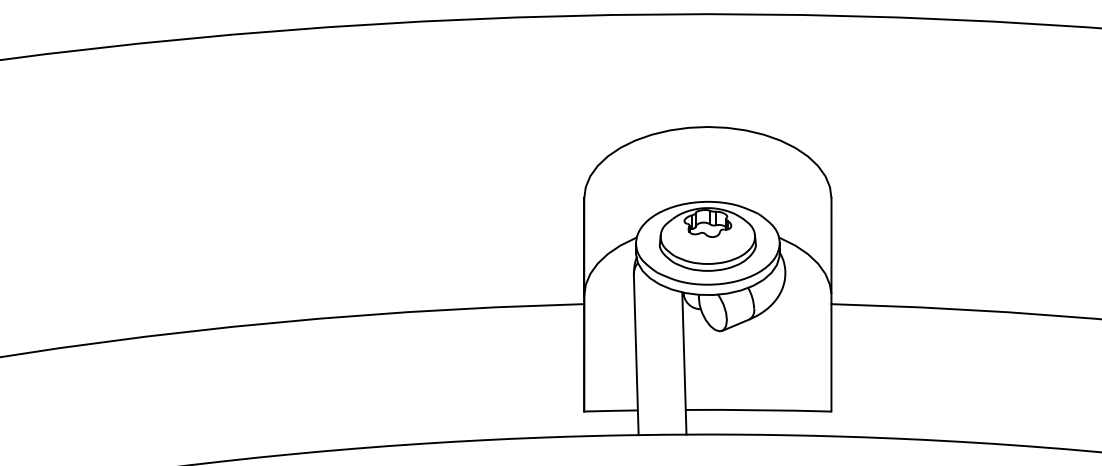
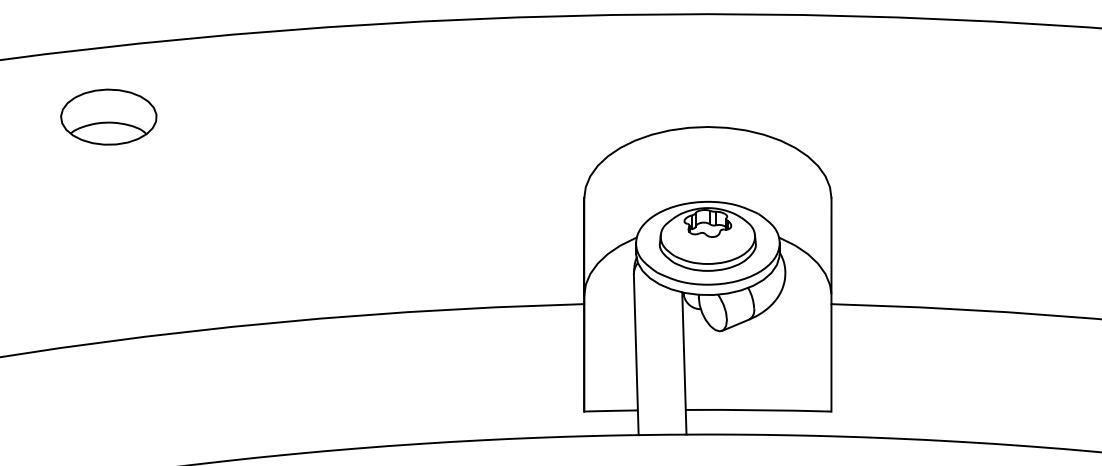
part at (108, 116): none -> present
